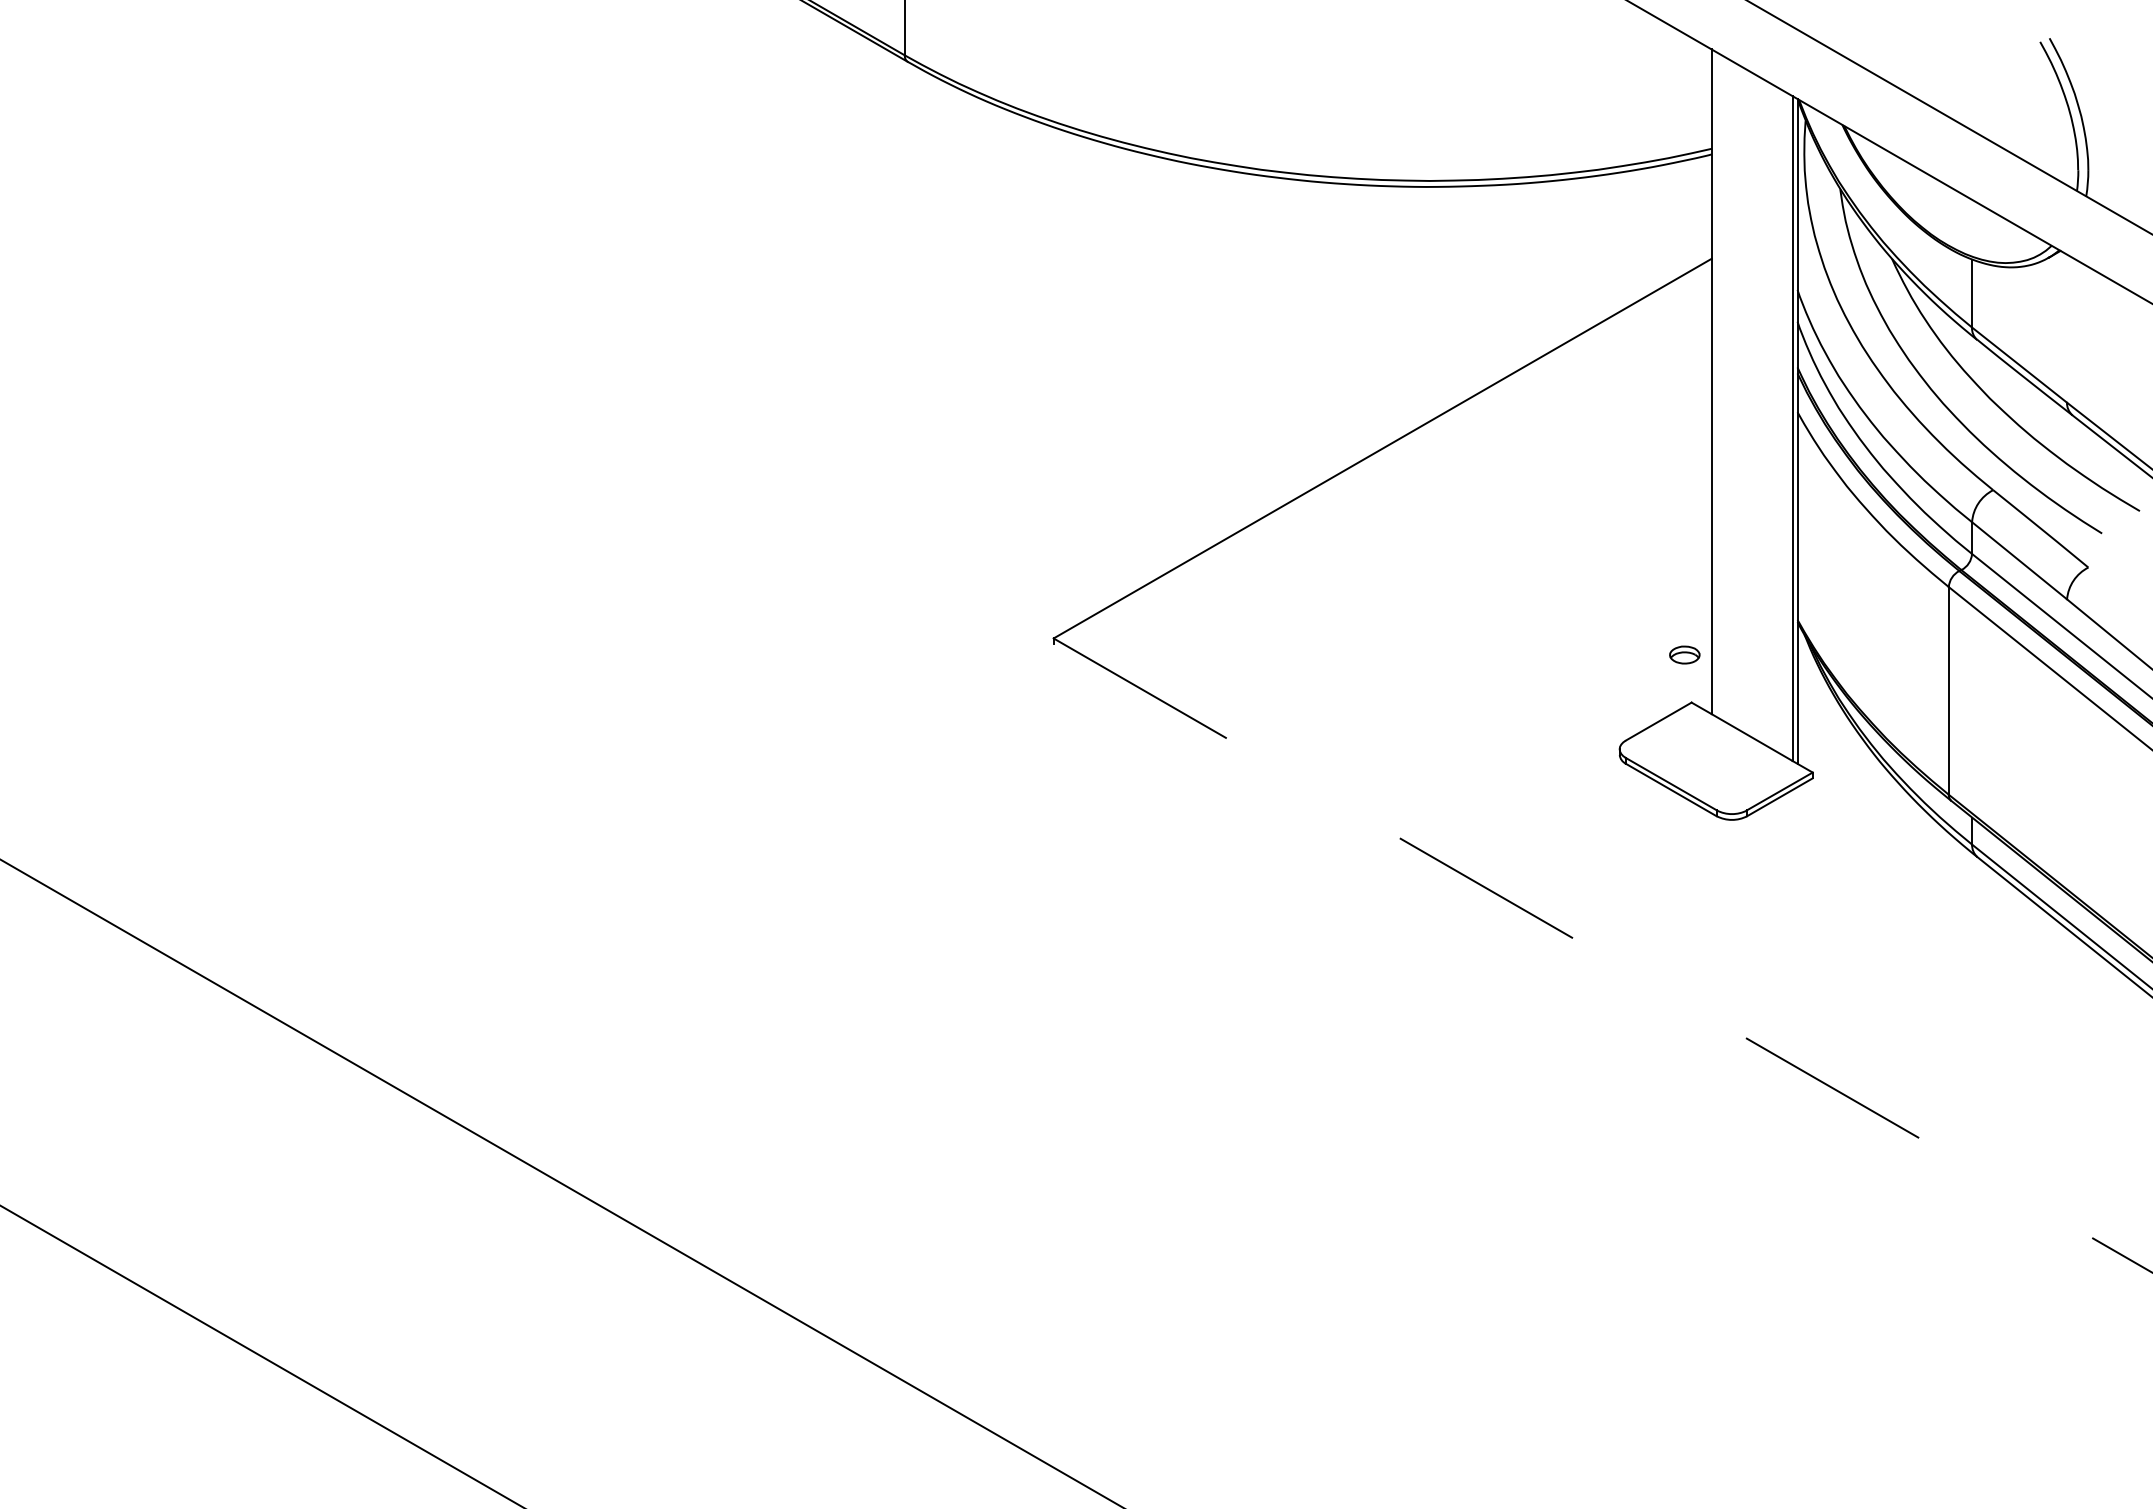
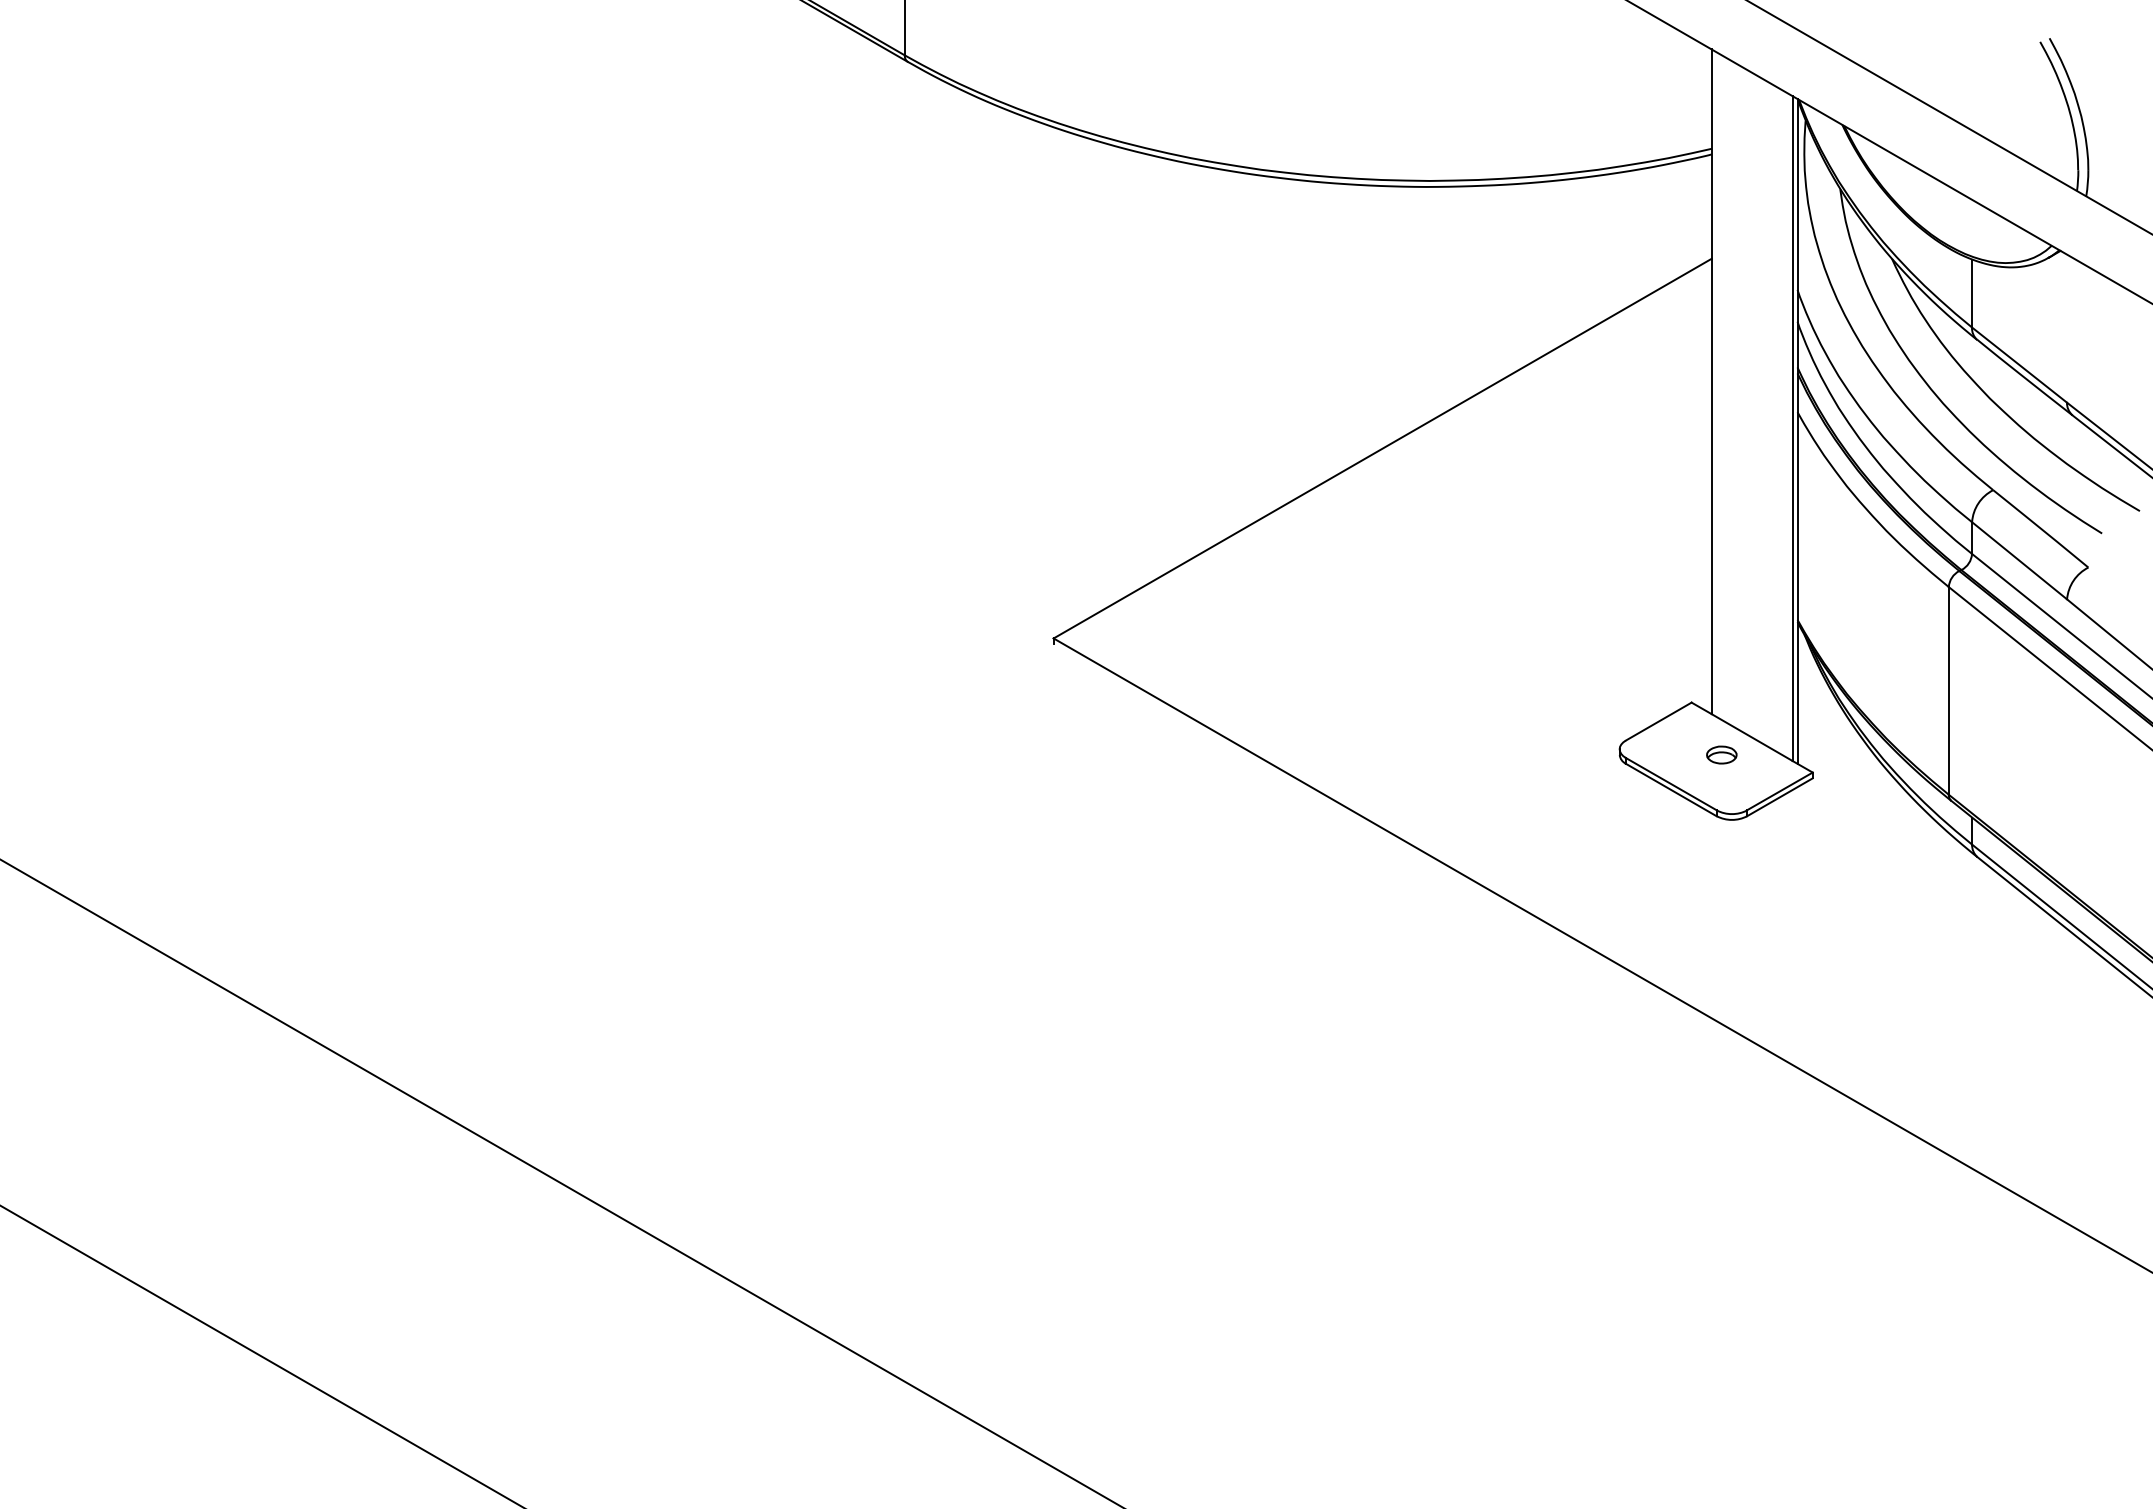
part at (1684, 654) position: (1684, 654) -> (1721, 754)
line at (1603, 955): dashed -> solid
